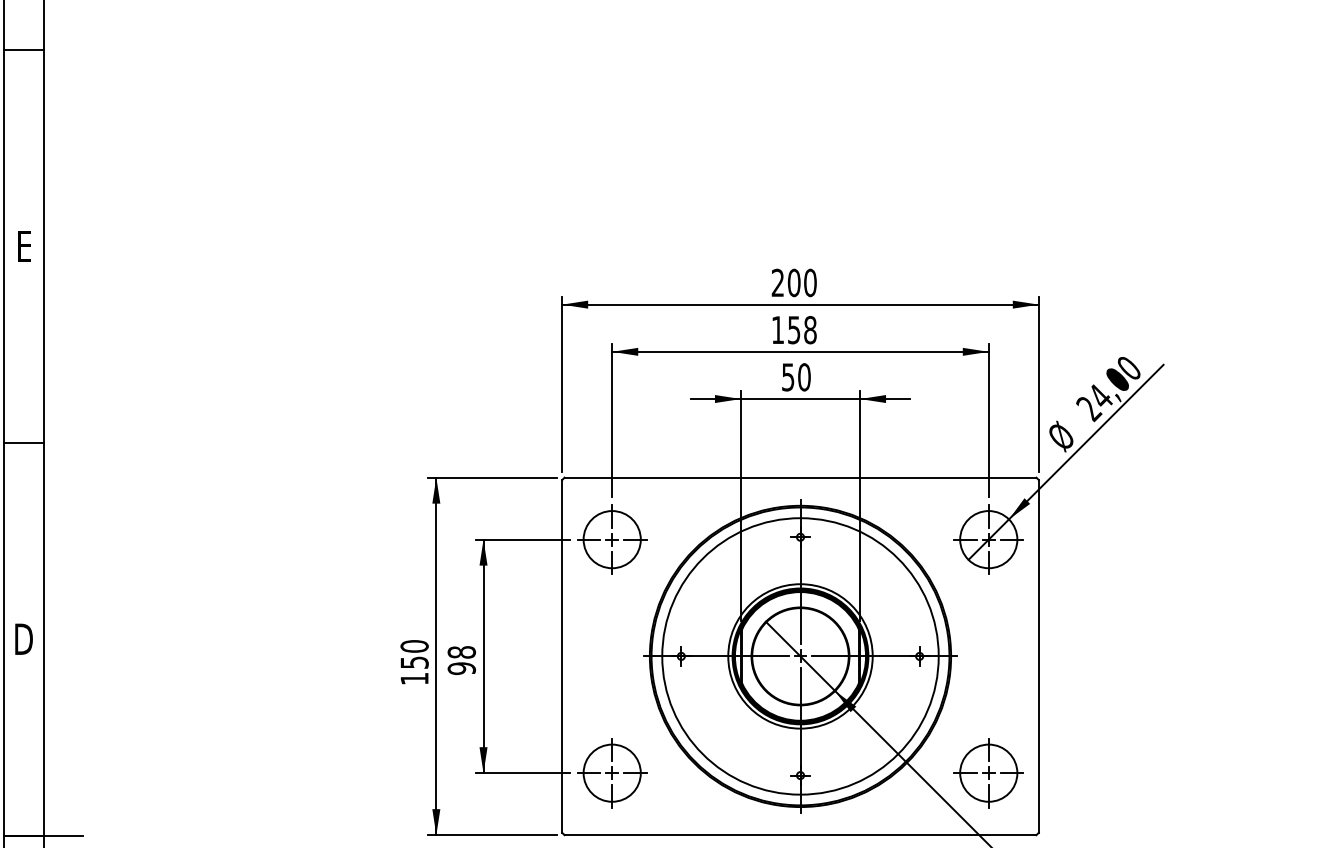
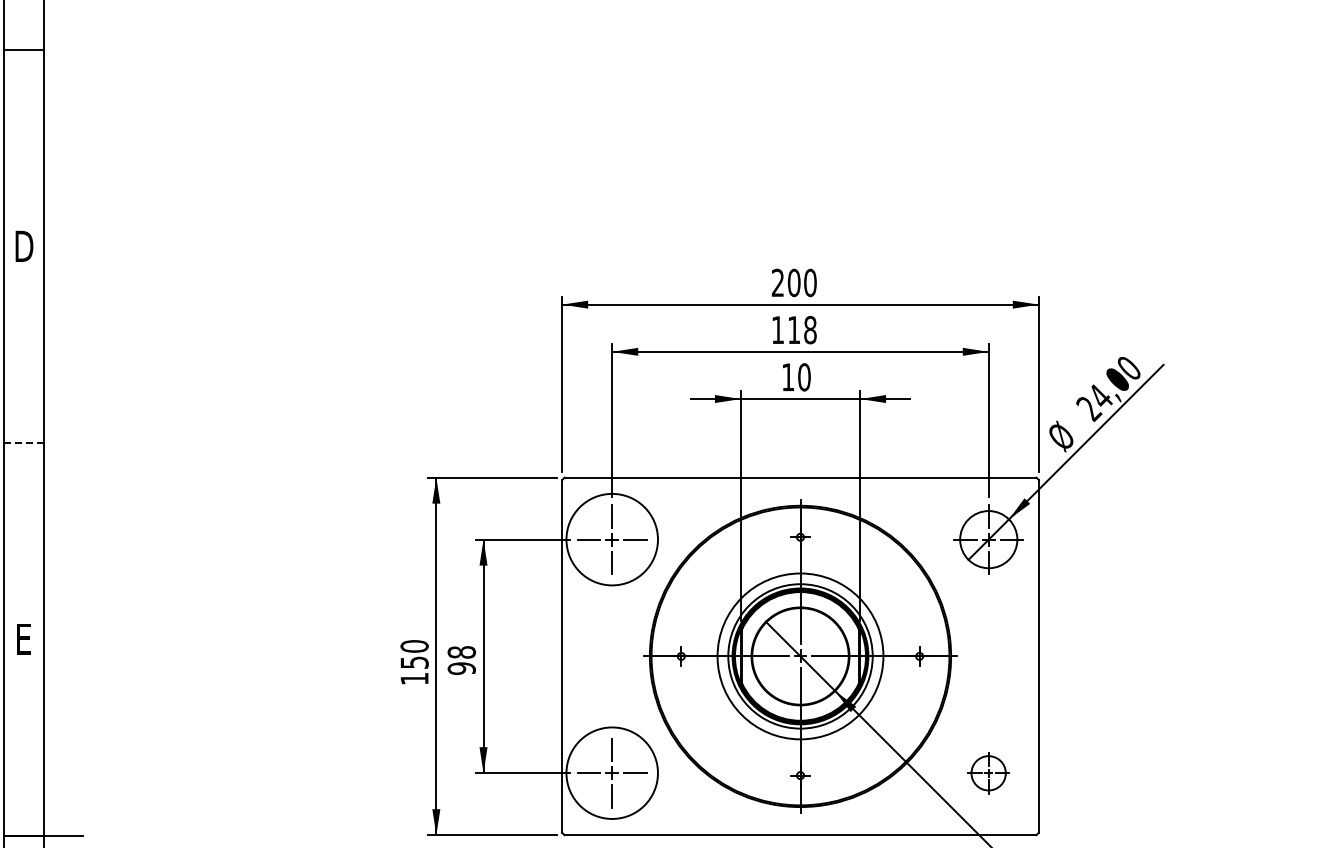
text at (24, 245): E -> D
text at (794, 330): 158 -> 118
text at (788, 377): 50 -> 10
line at (23, 442): solid -> dashed
circle at (611, 539) diameter: 57 px -> 92 px
text at (23, 638): D -> E
circle at (800, 656) diameter: 276 px -> 166 px
circle at (611, 772) diameter: 57 px -> 92 px
part at (988, 773) size: 71x71 px -> 43x43 px
